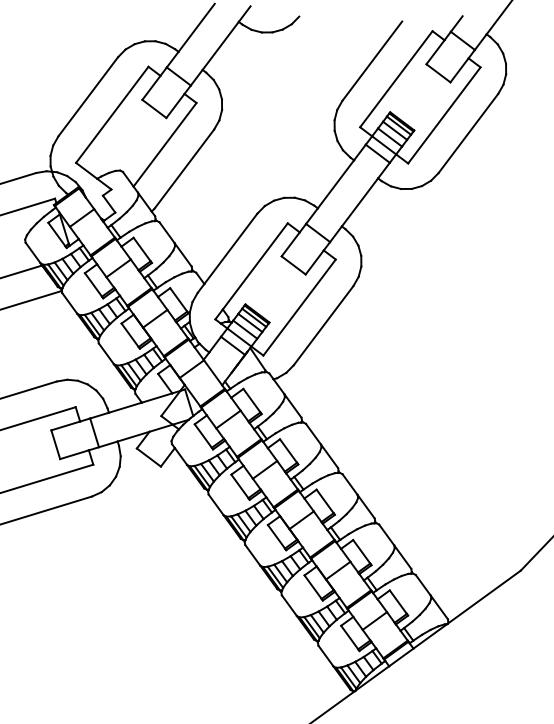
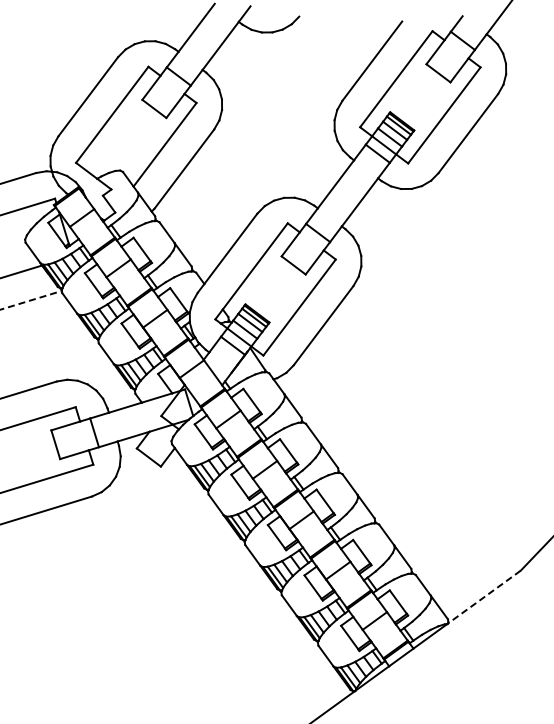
line at (31, 300): solid -> dashed
line at (483, 597): solid -> dashed
